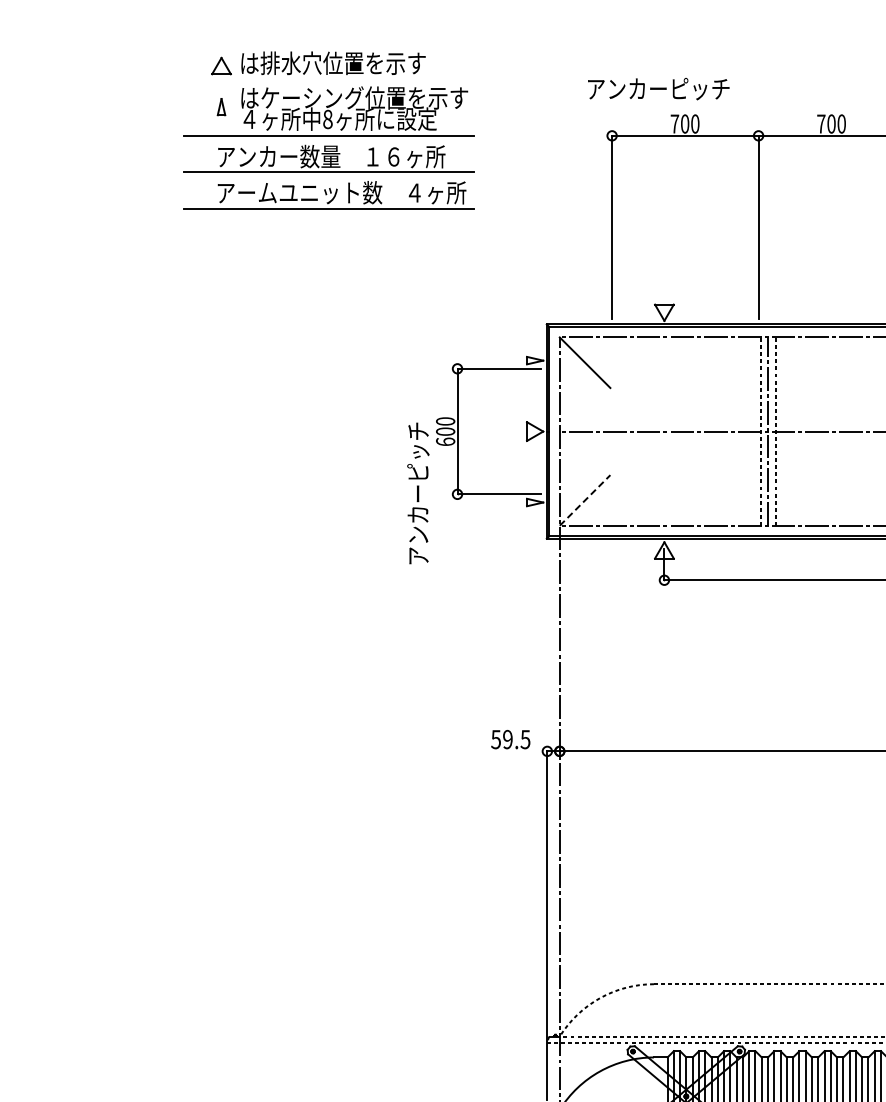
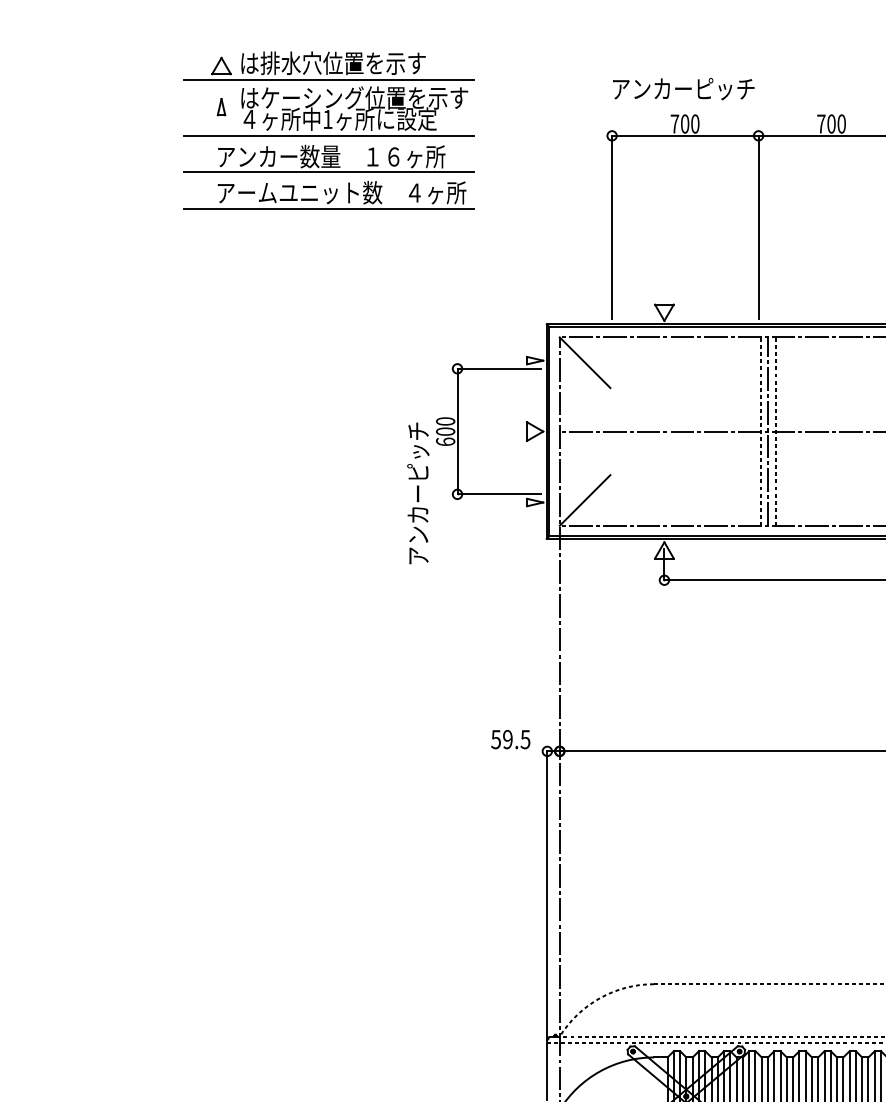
line at (328, 80): none -> present
text at (658, 89) position: (658, 89) -> (683, 89)
text at (327, 119): 8 -> 1
line at (585, 500): dashed -> solid
